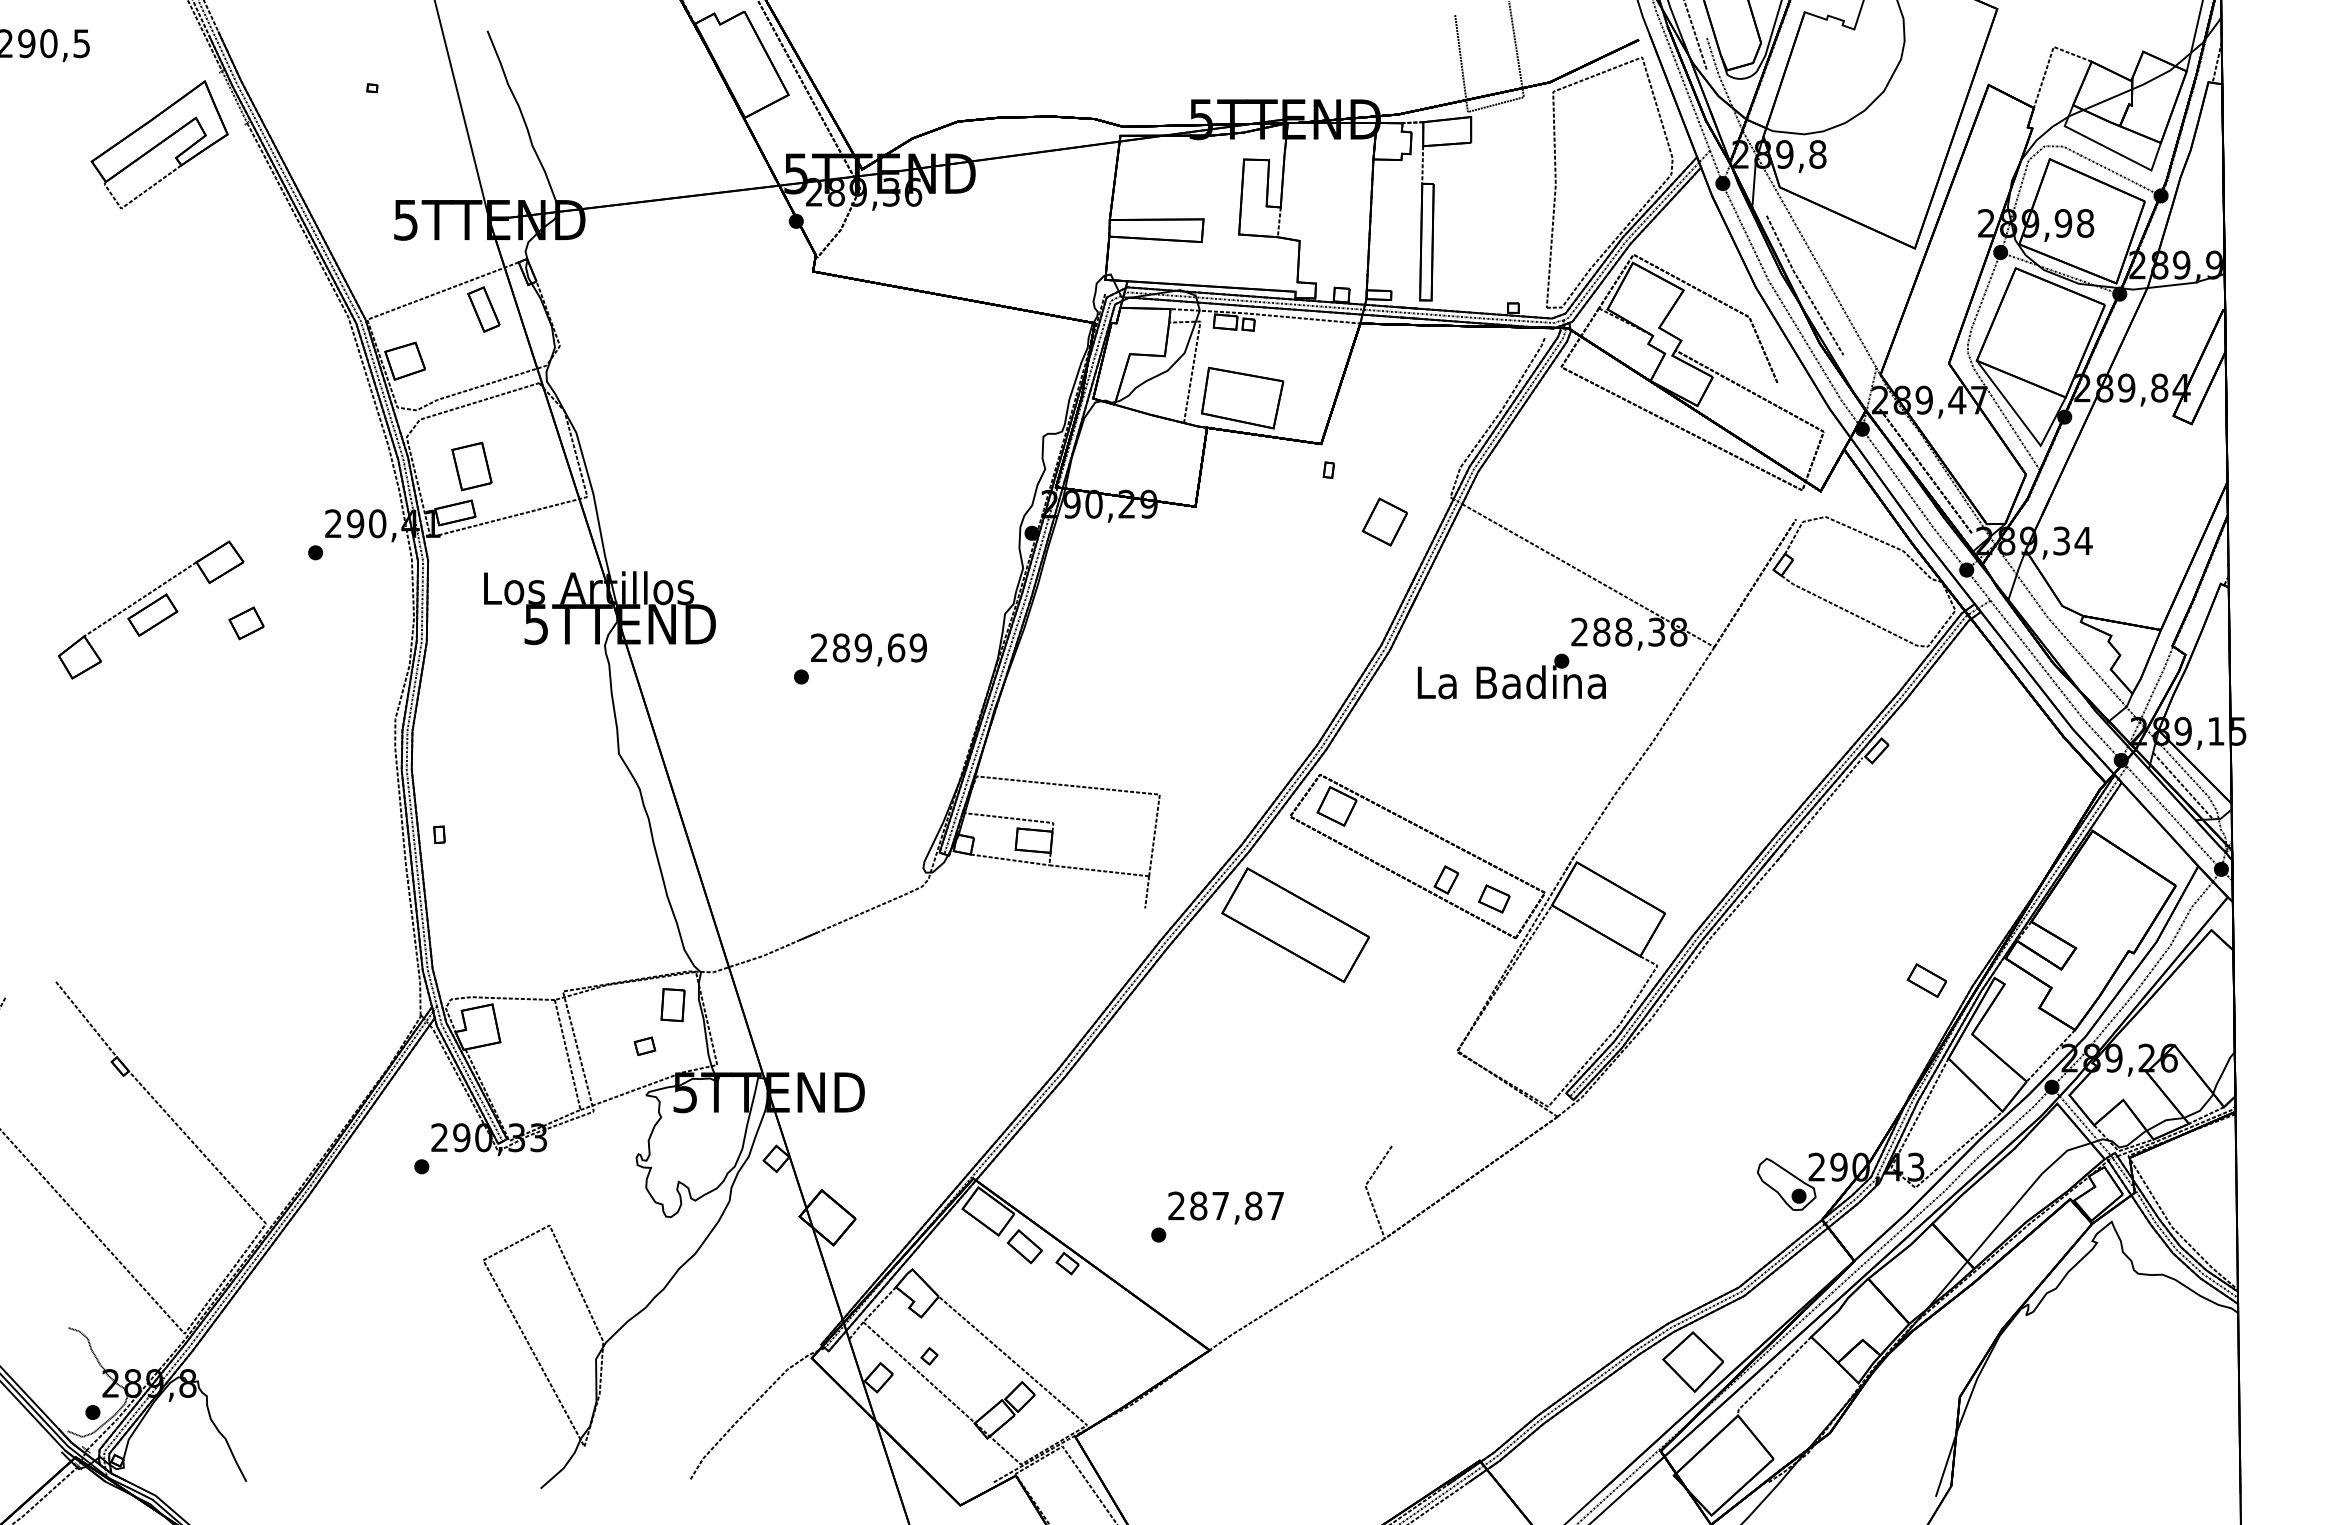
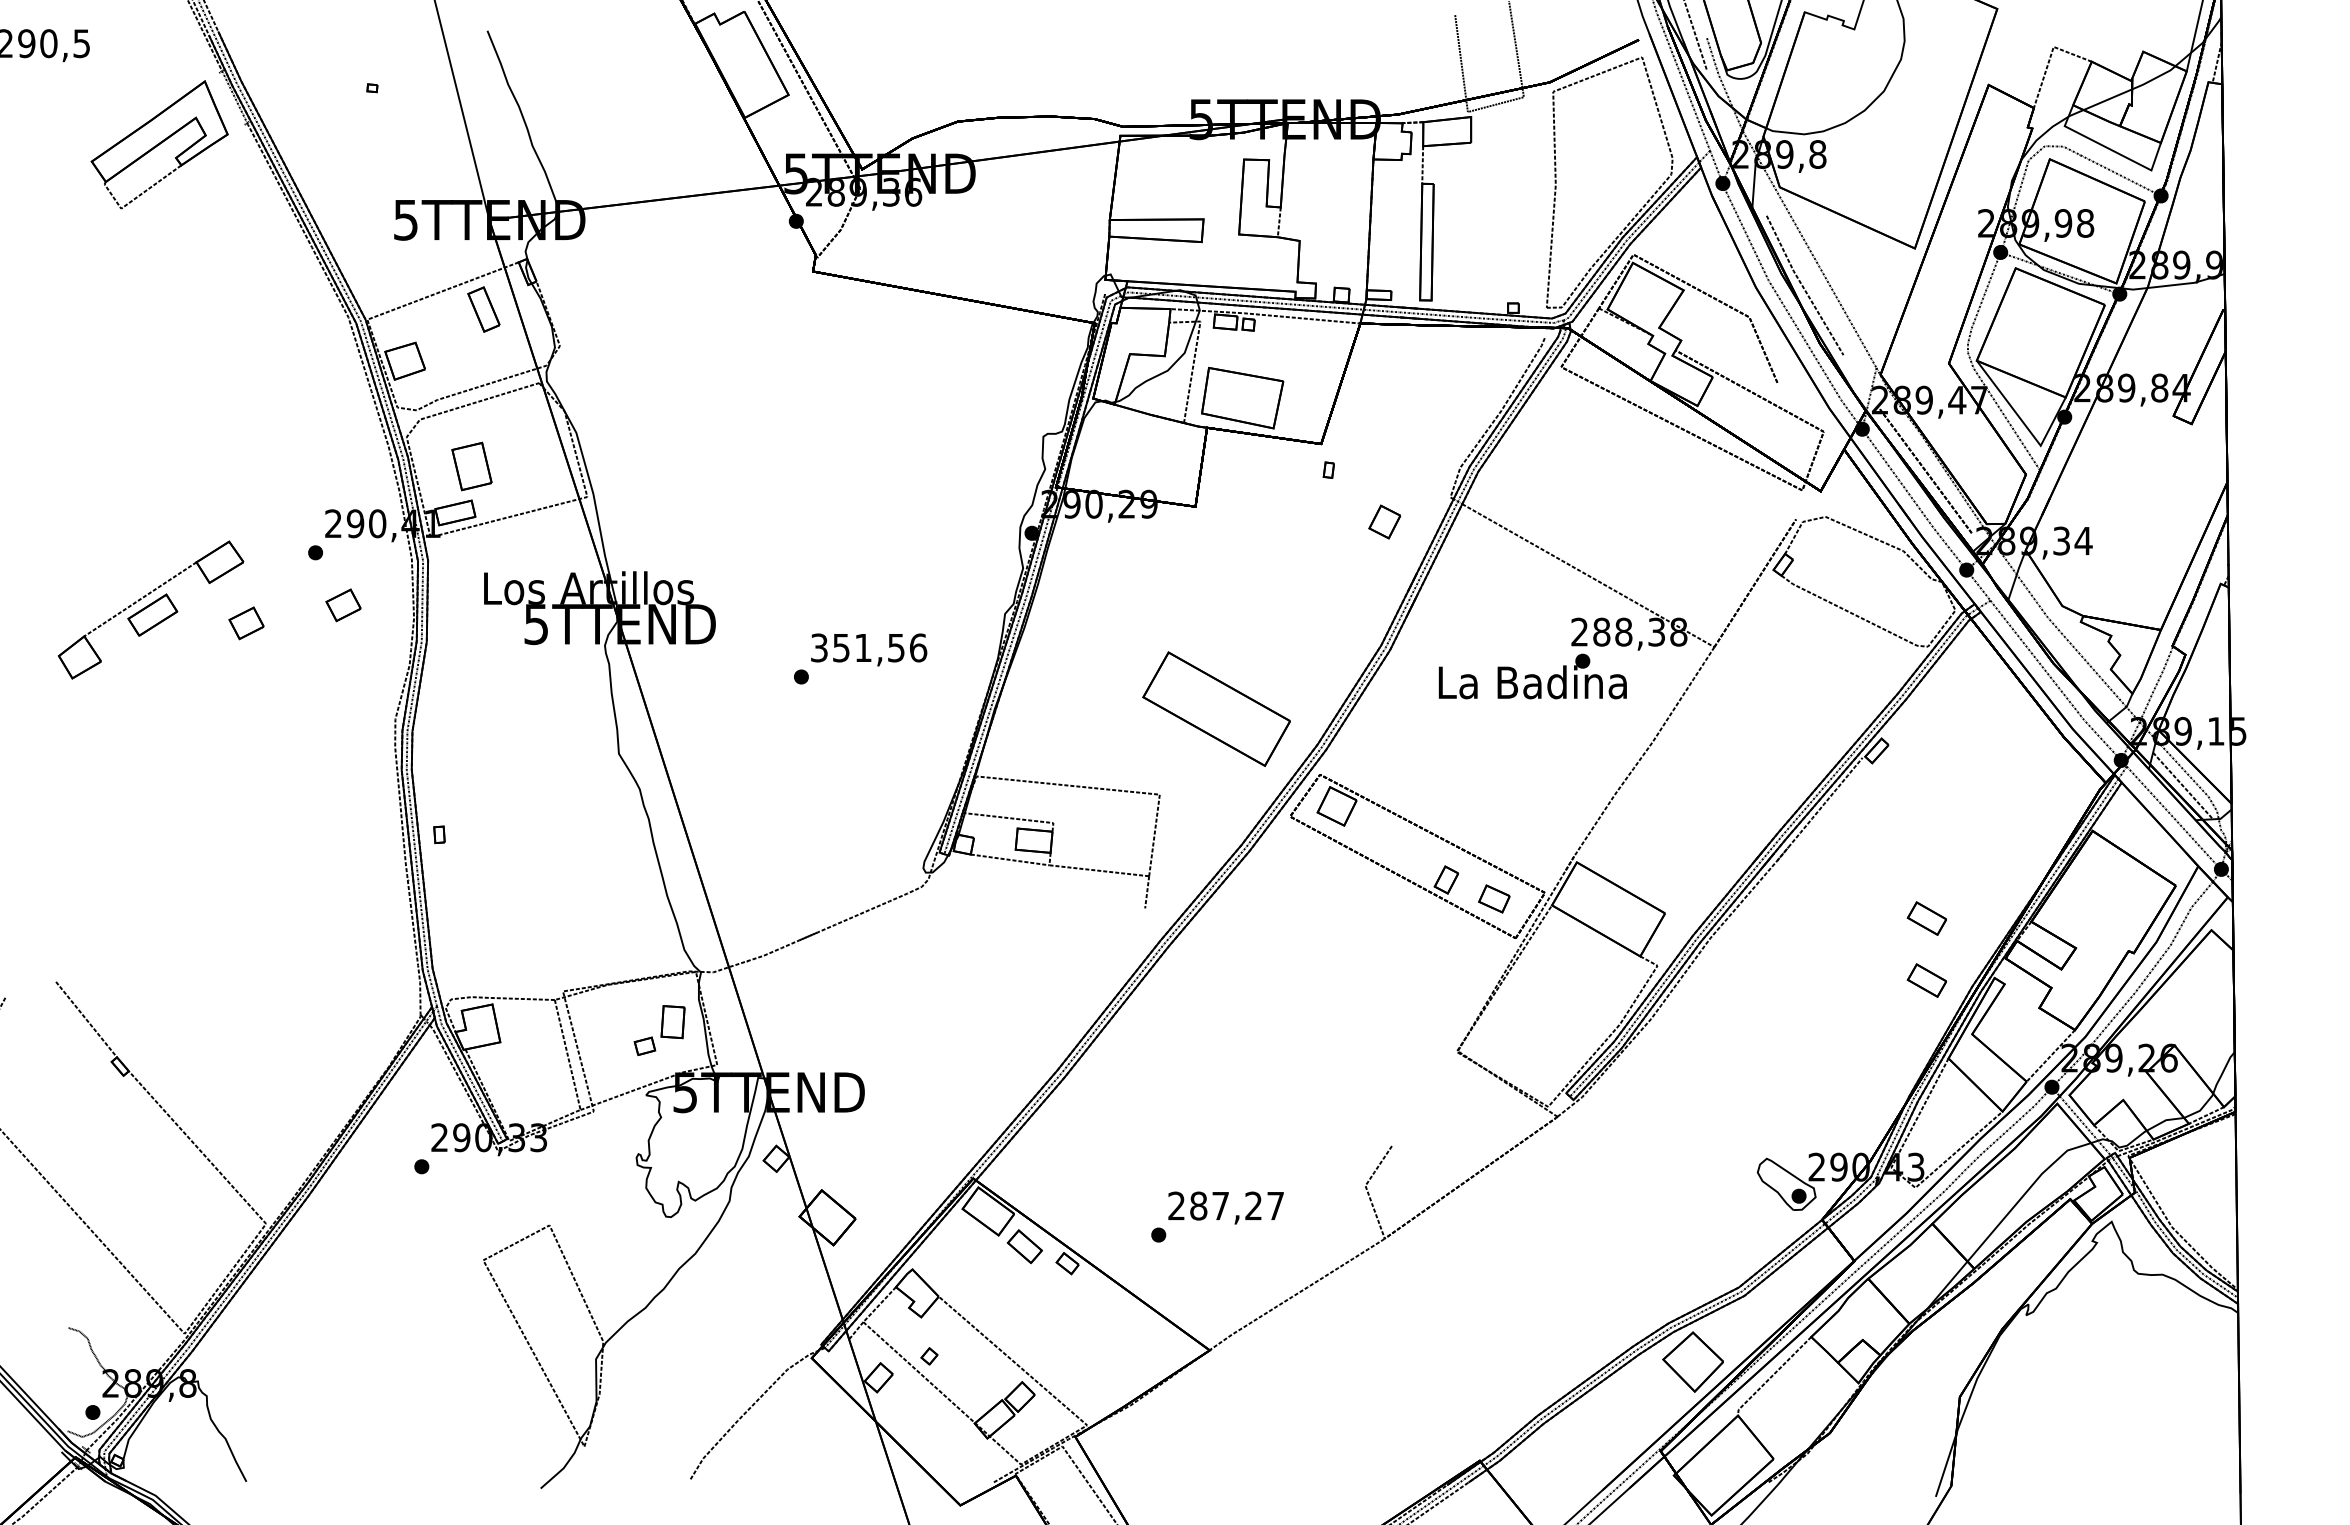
part at (1384, 521) size: 47x50 px -> 34x36 px
part at (343, 605): none -> present
text at (869, 647): 289,69 -> 351,56
text at (1511, 676) position: (1511, 676) -> (1532, 676)
part at (1926, 918): none -> present
part at (1295, 924) position: (1295, 924) -> (1216, 708)
part at (672, 1005) position: (672, 1005) -> (672, 1022)
text at (1253, 1205): 287,87 -> 287,27
